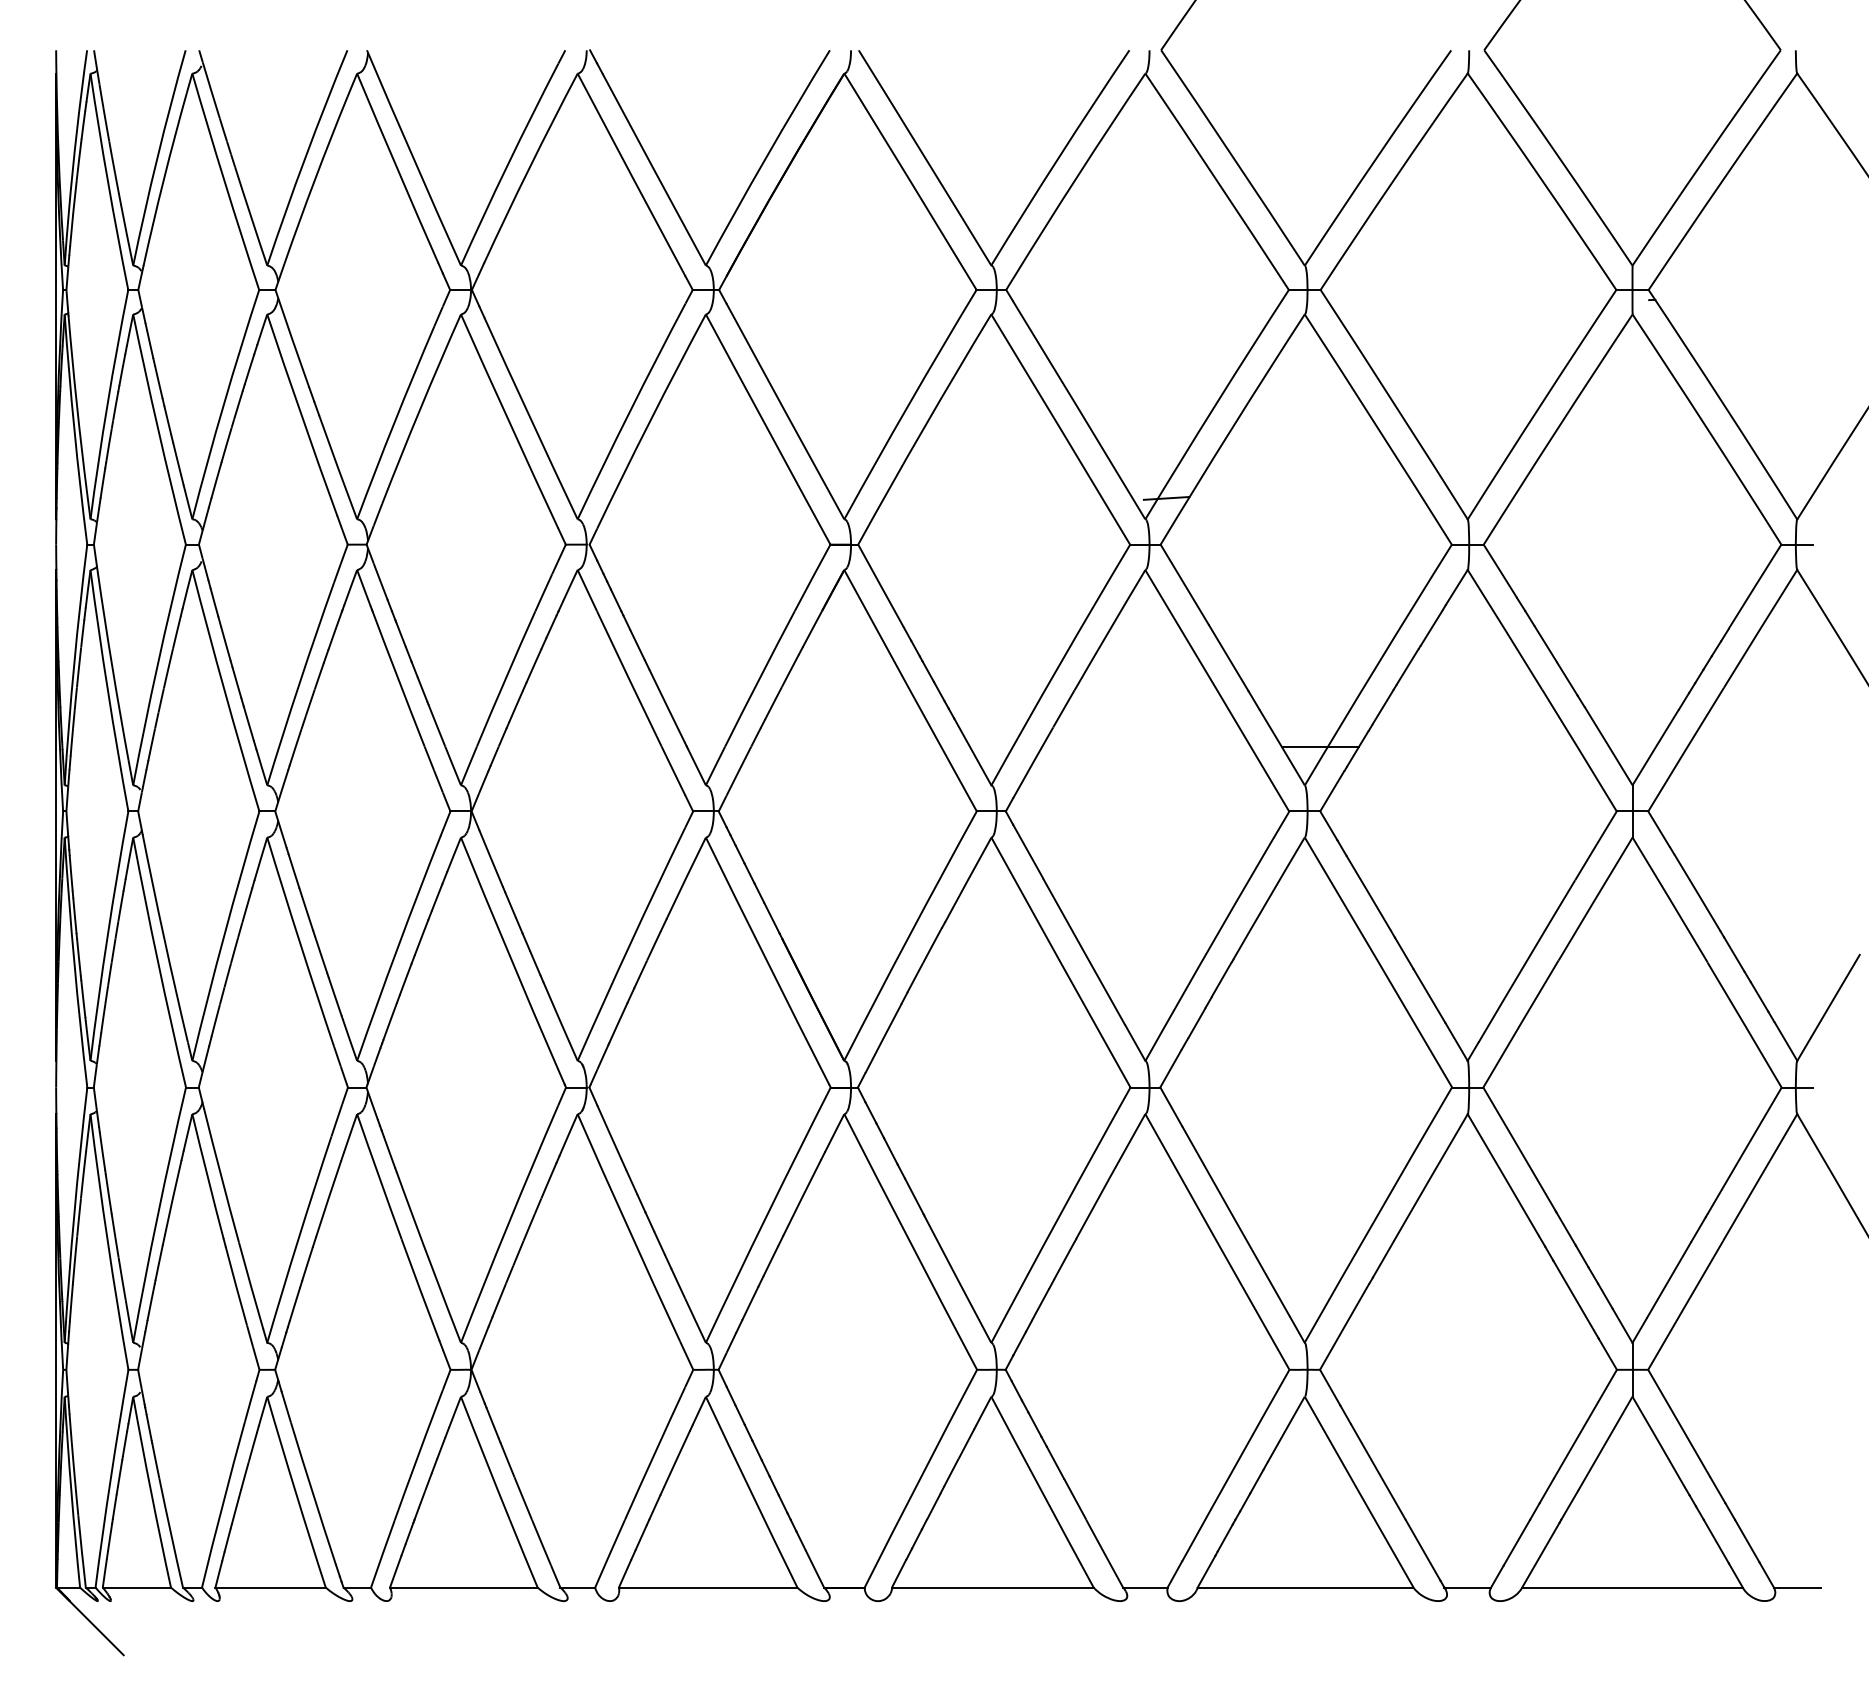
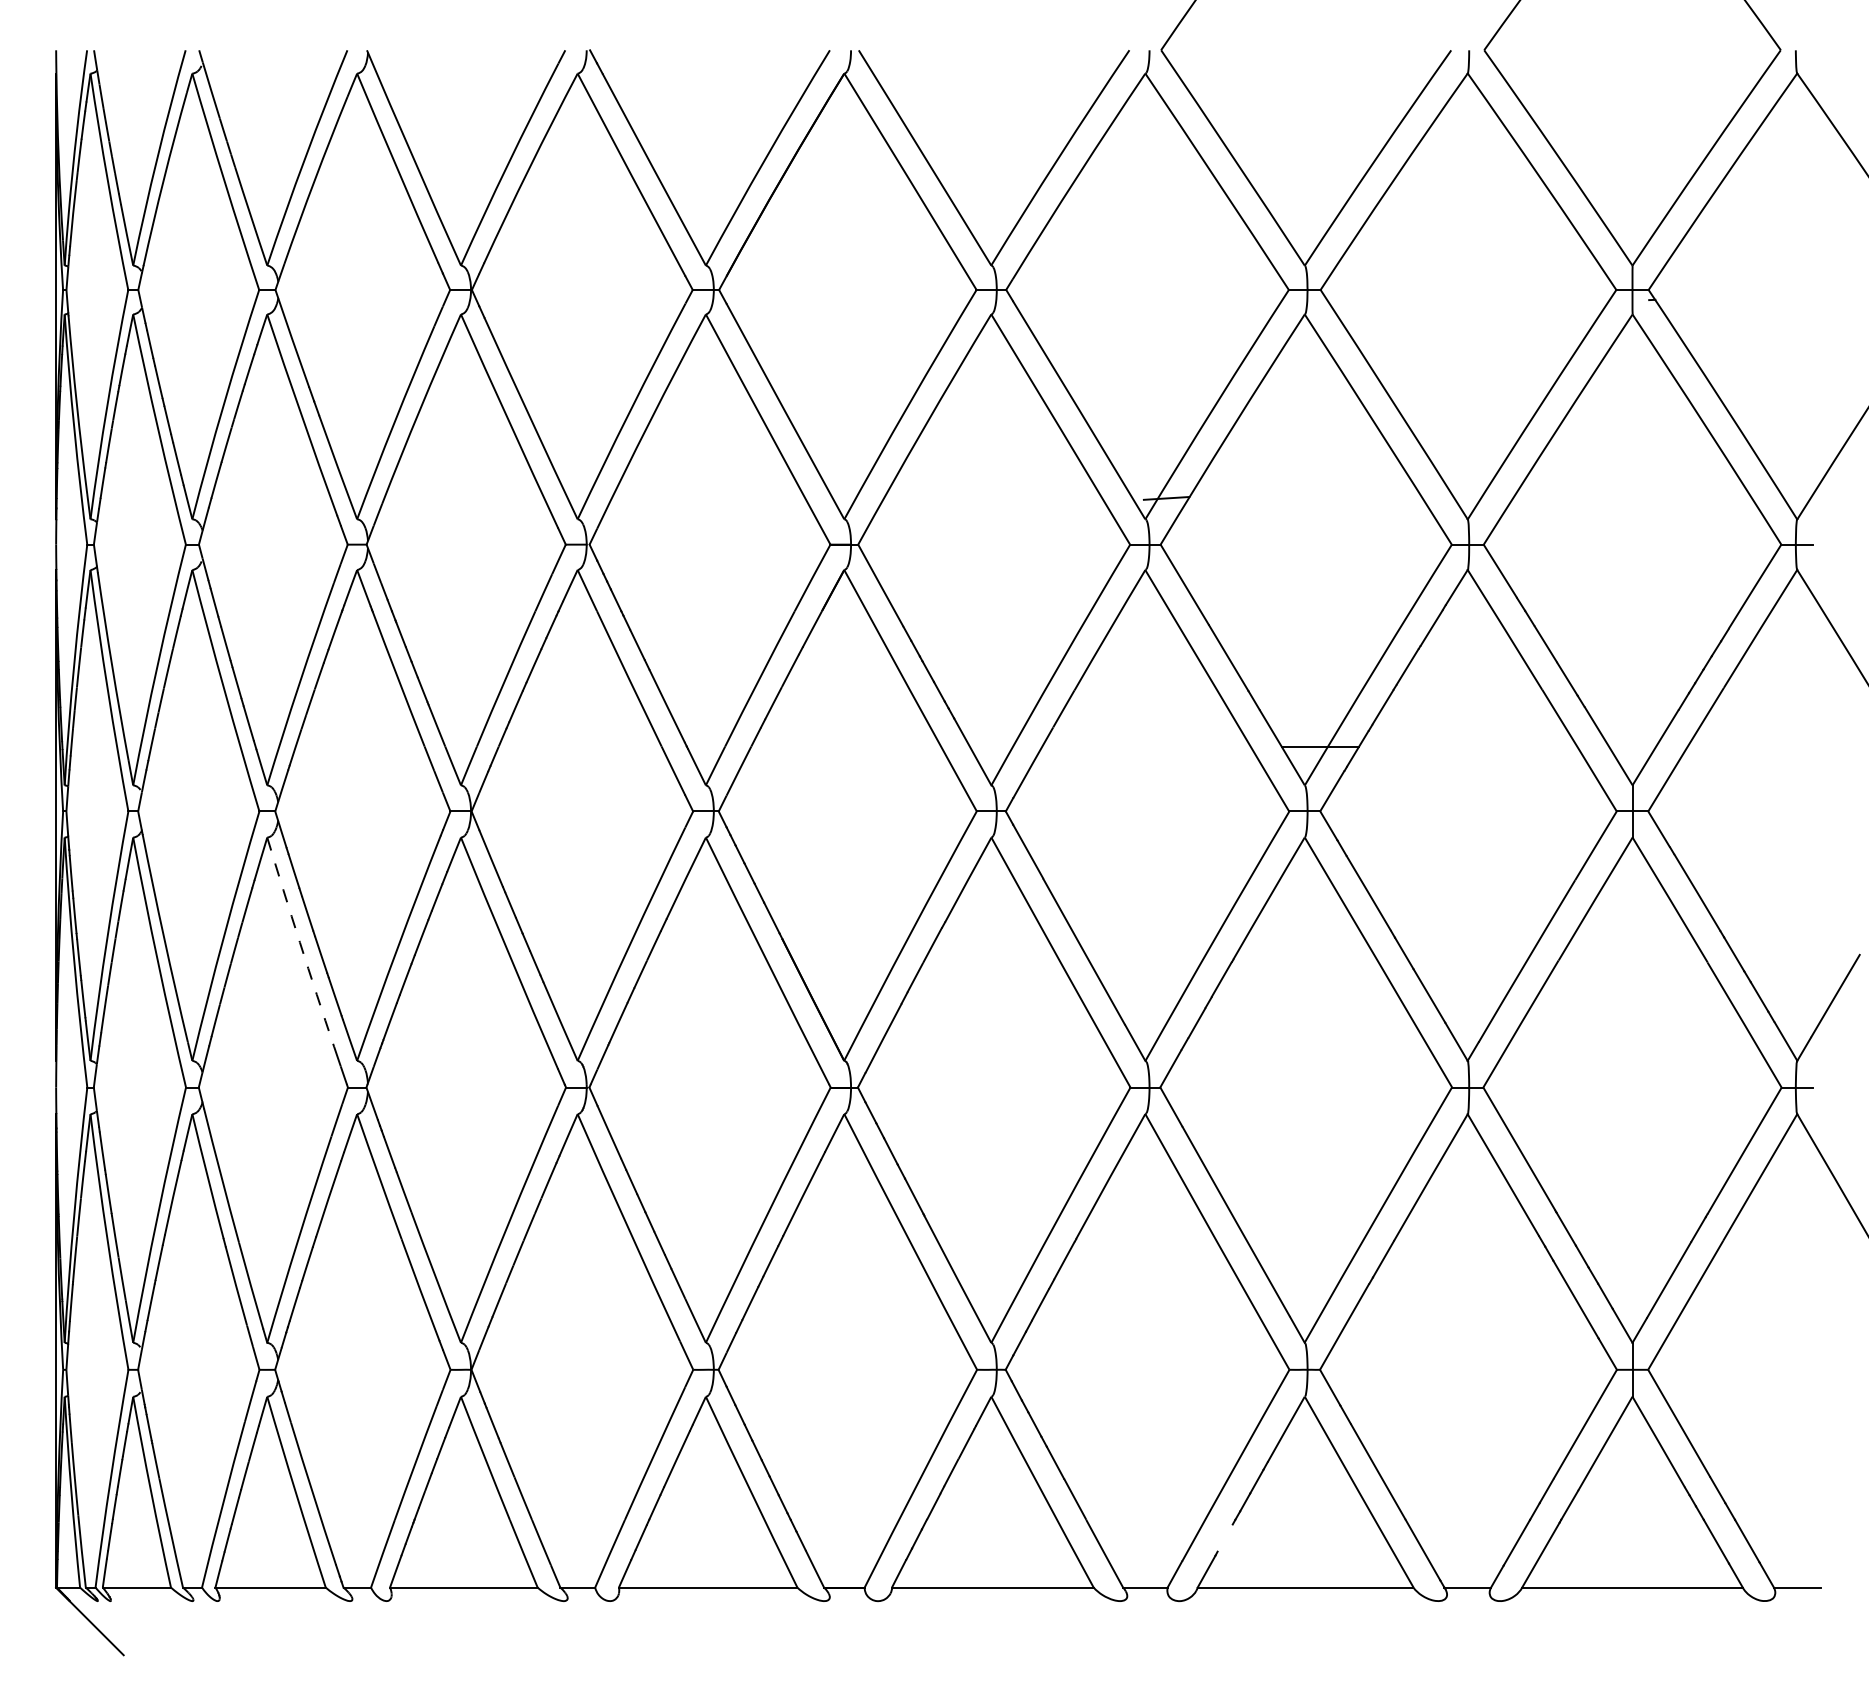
arc at (299, 942): solid -> dashed
line at (1224, 1537): present -> none
